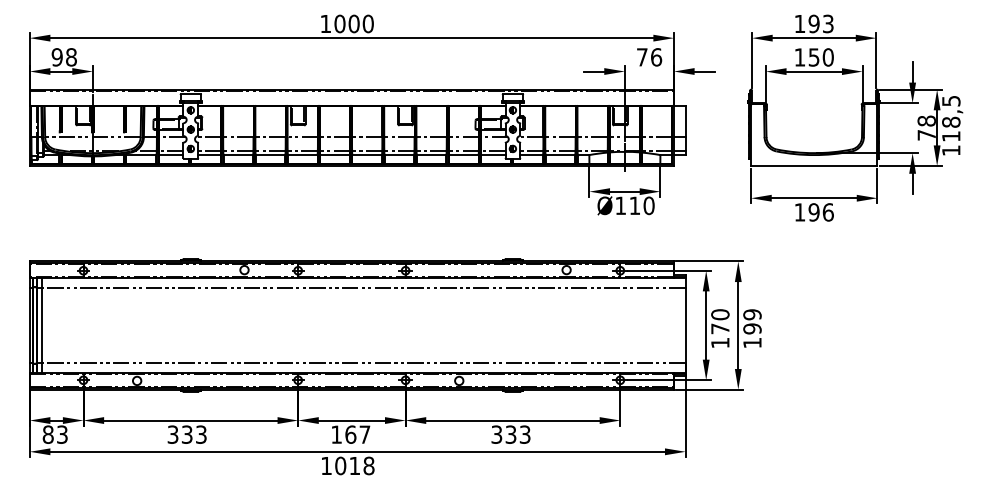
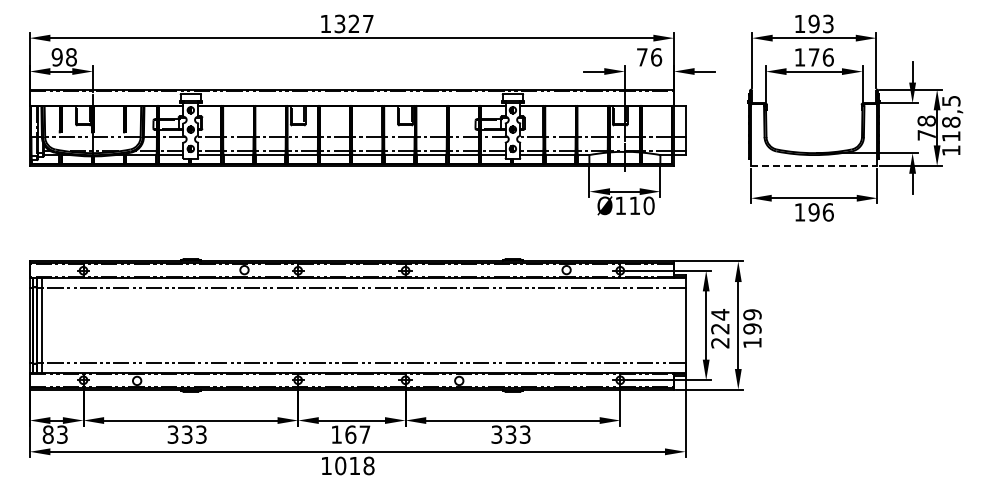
text at (353, 23): 1000 -> 1327
text at (820, 57): 150 -> 176
line at (814, 166): solid -> dashed
text at (720, 328): 170 -> 224
